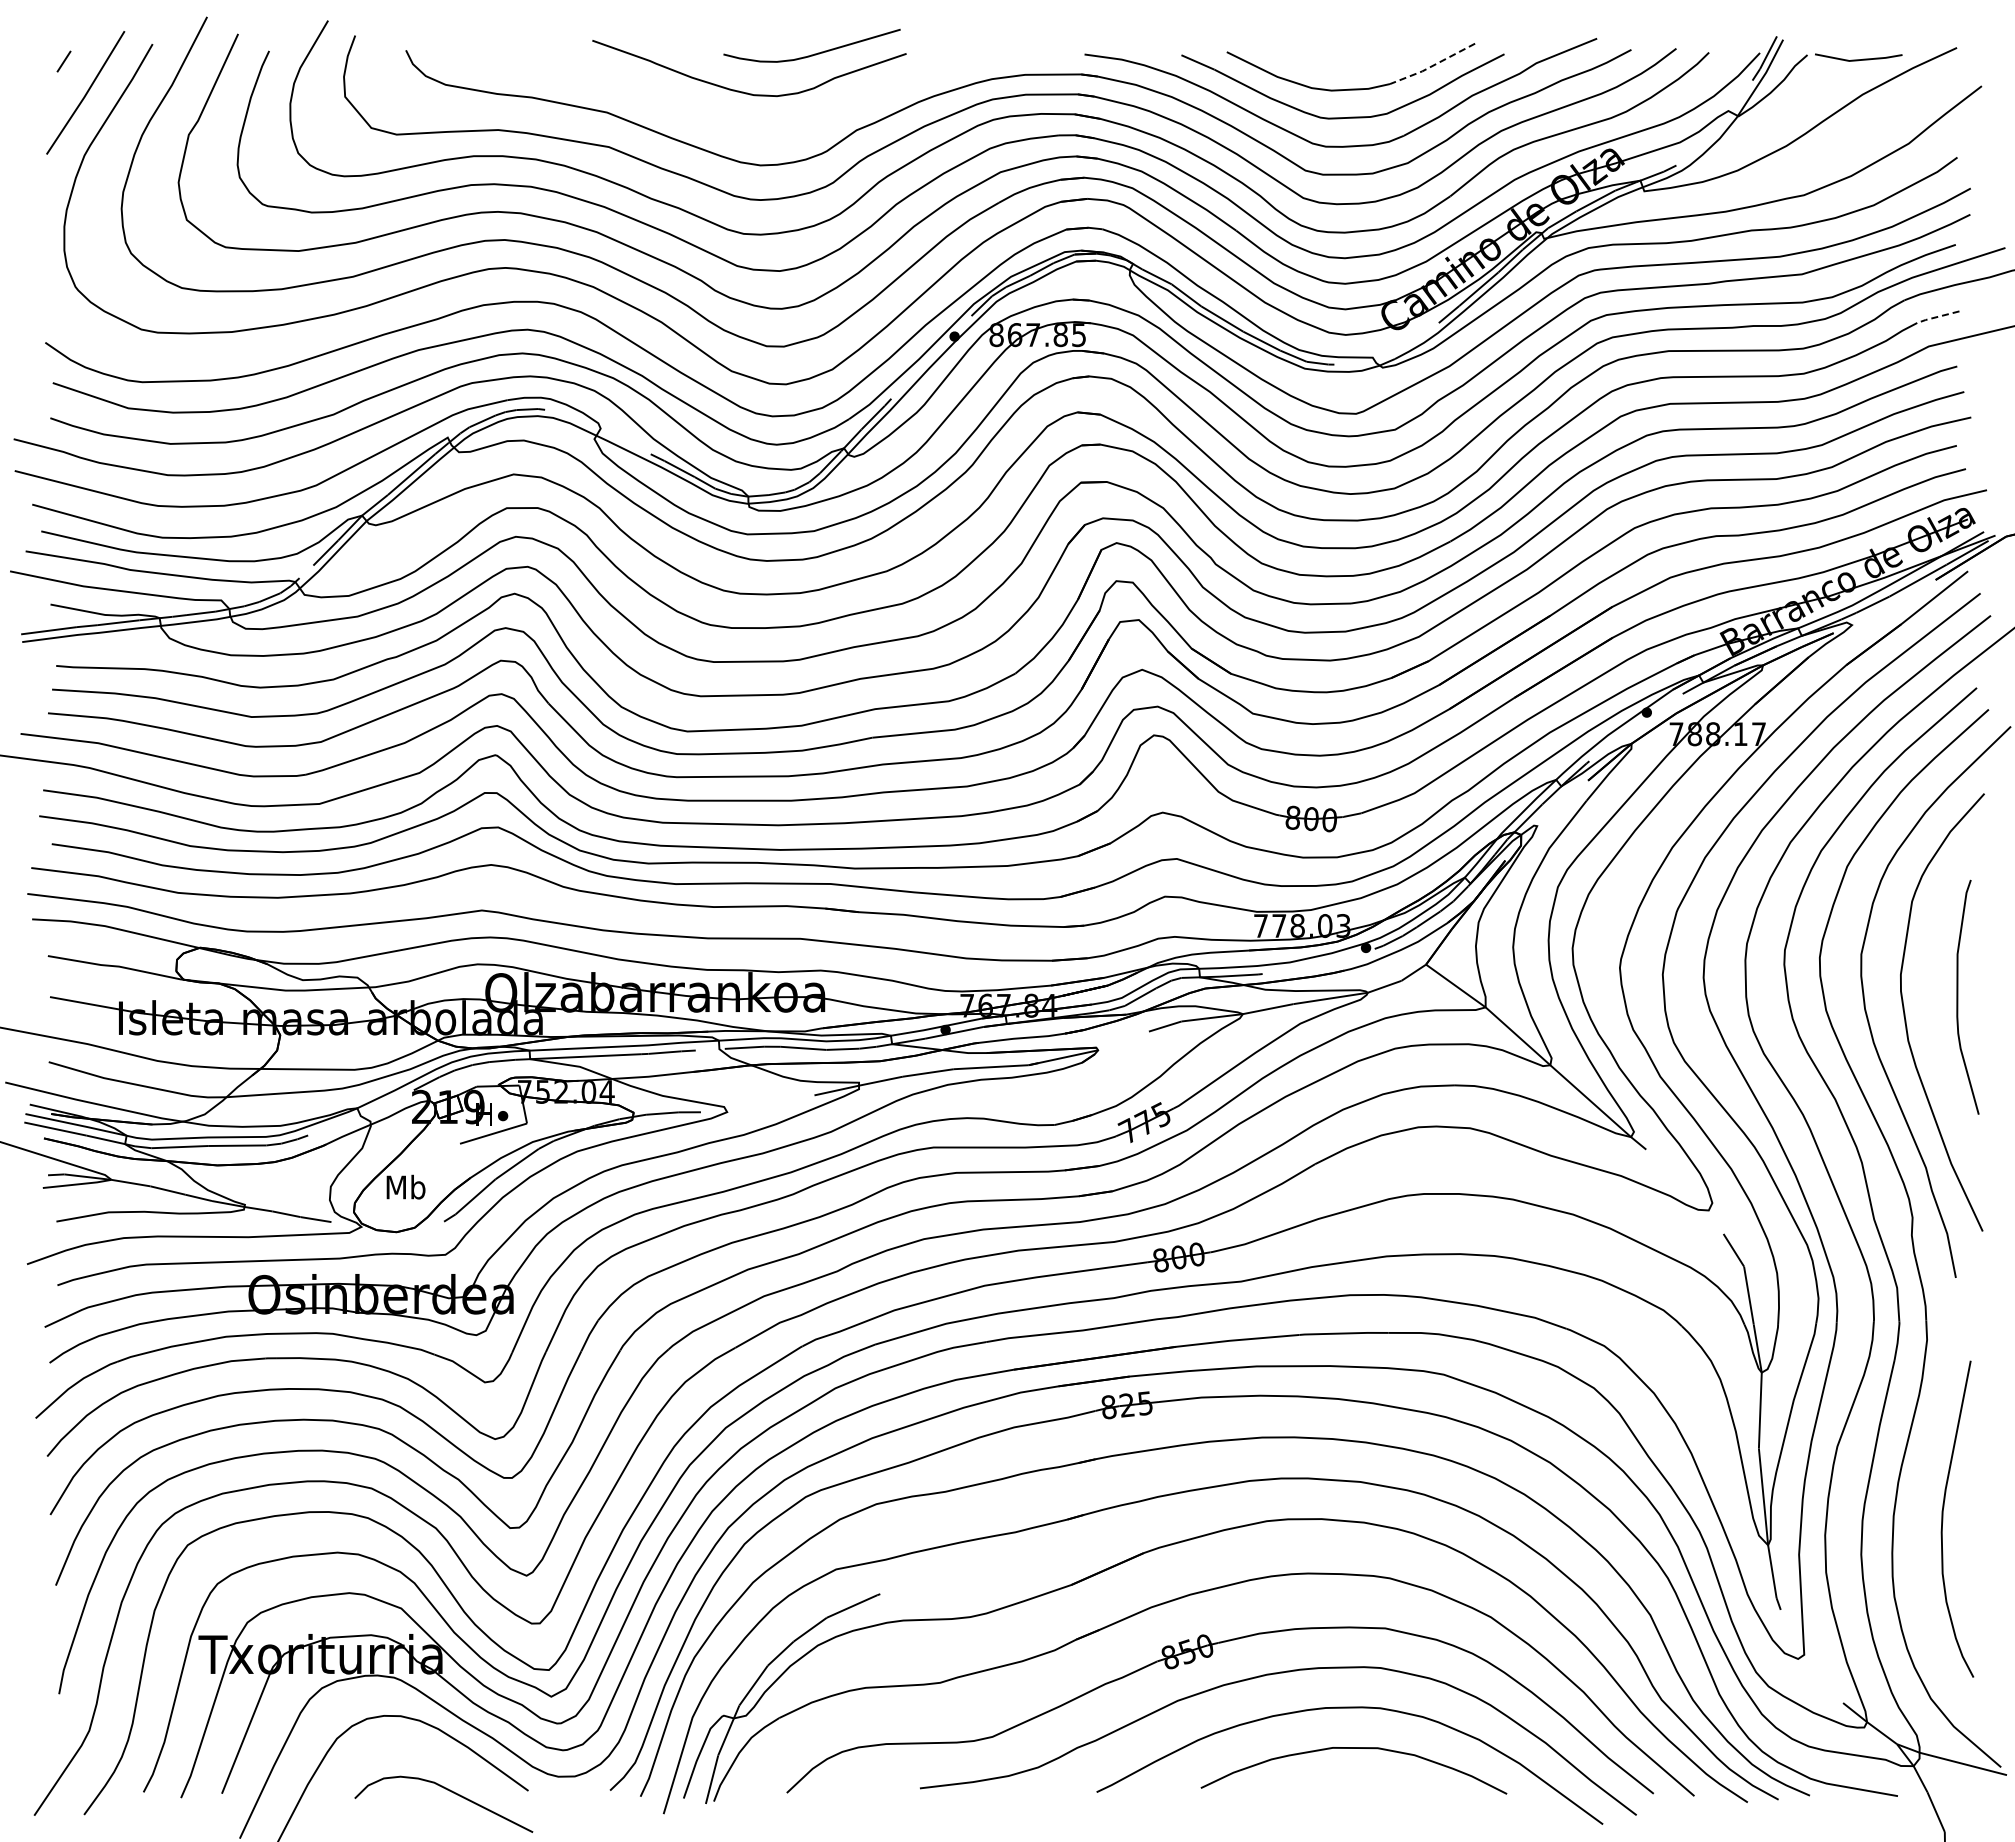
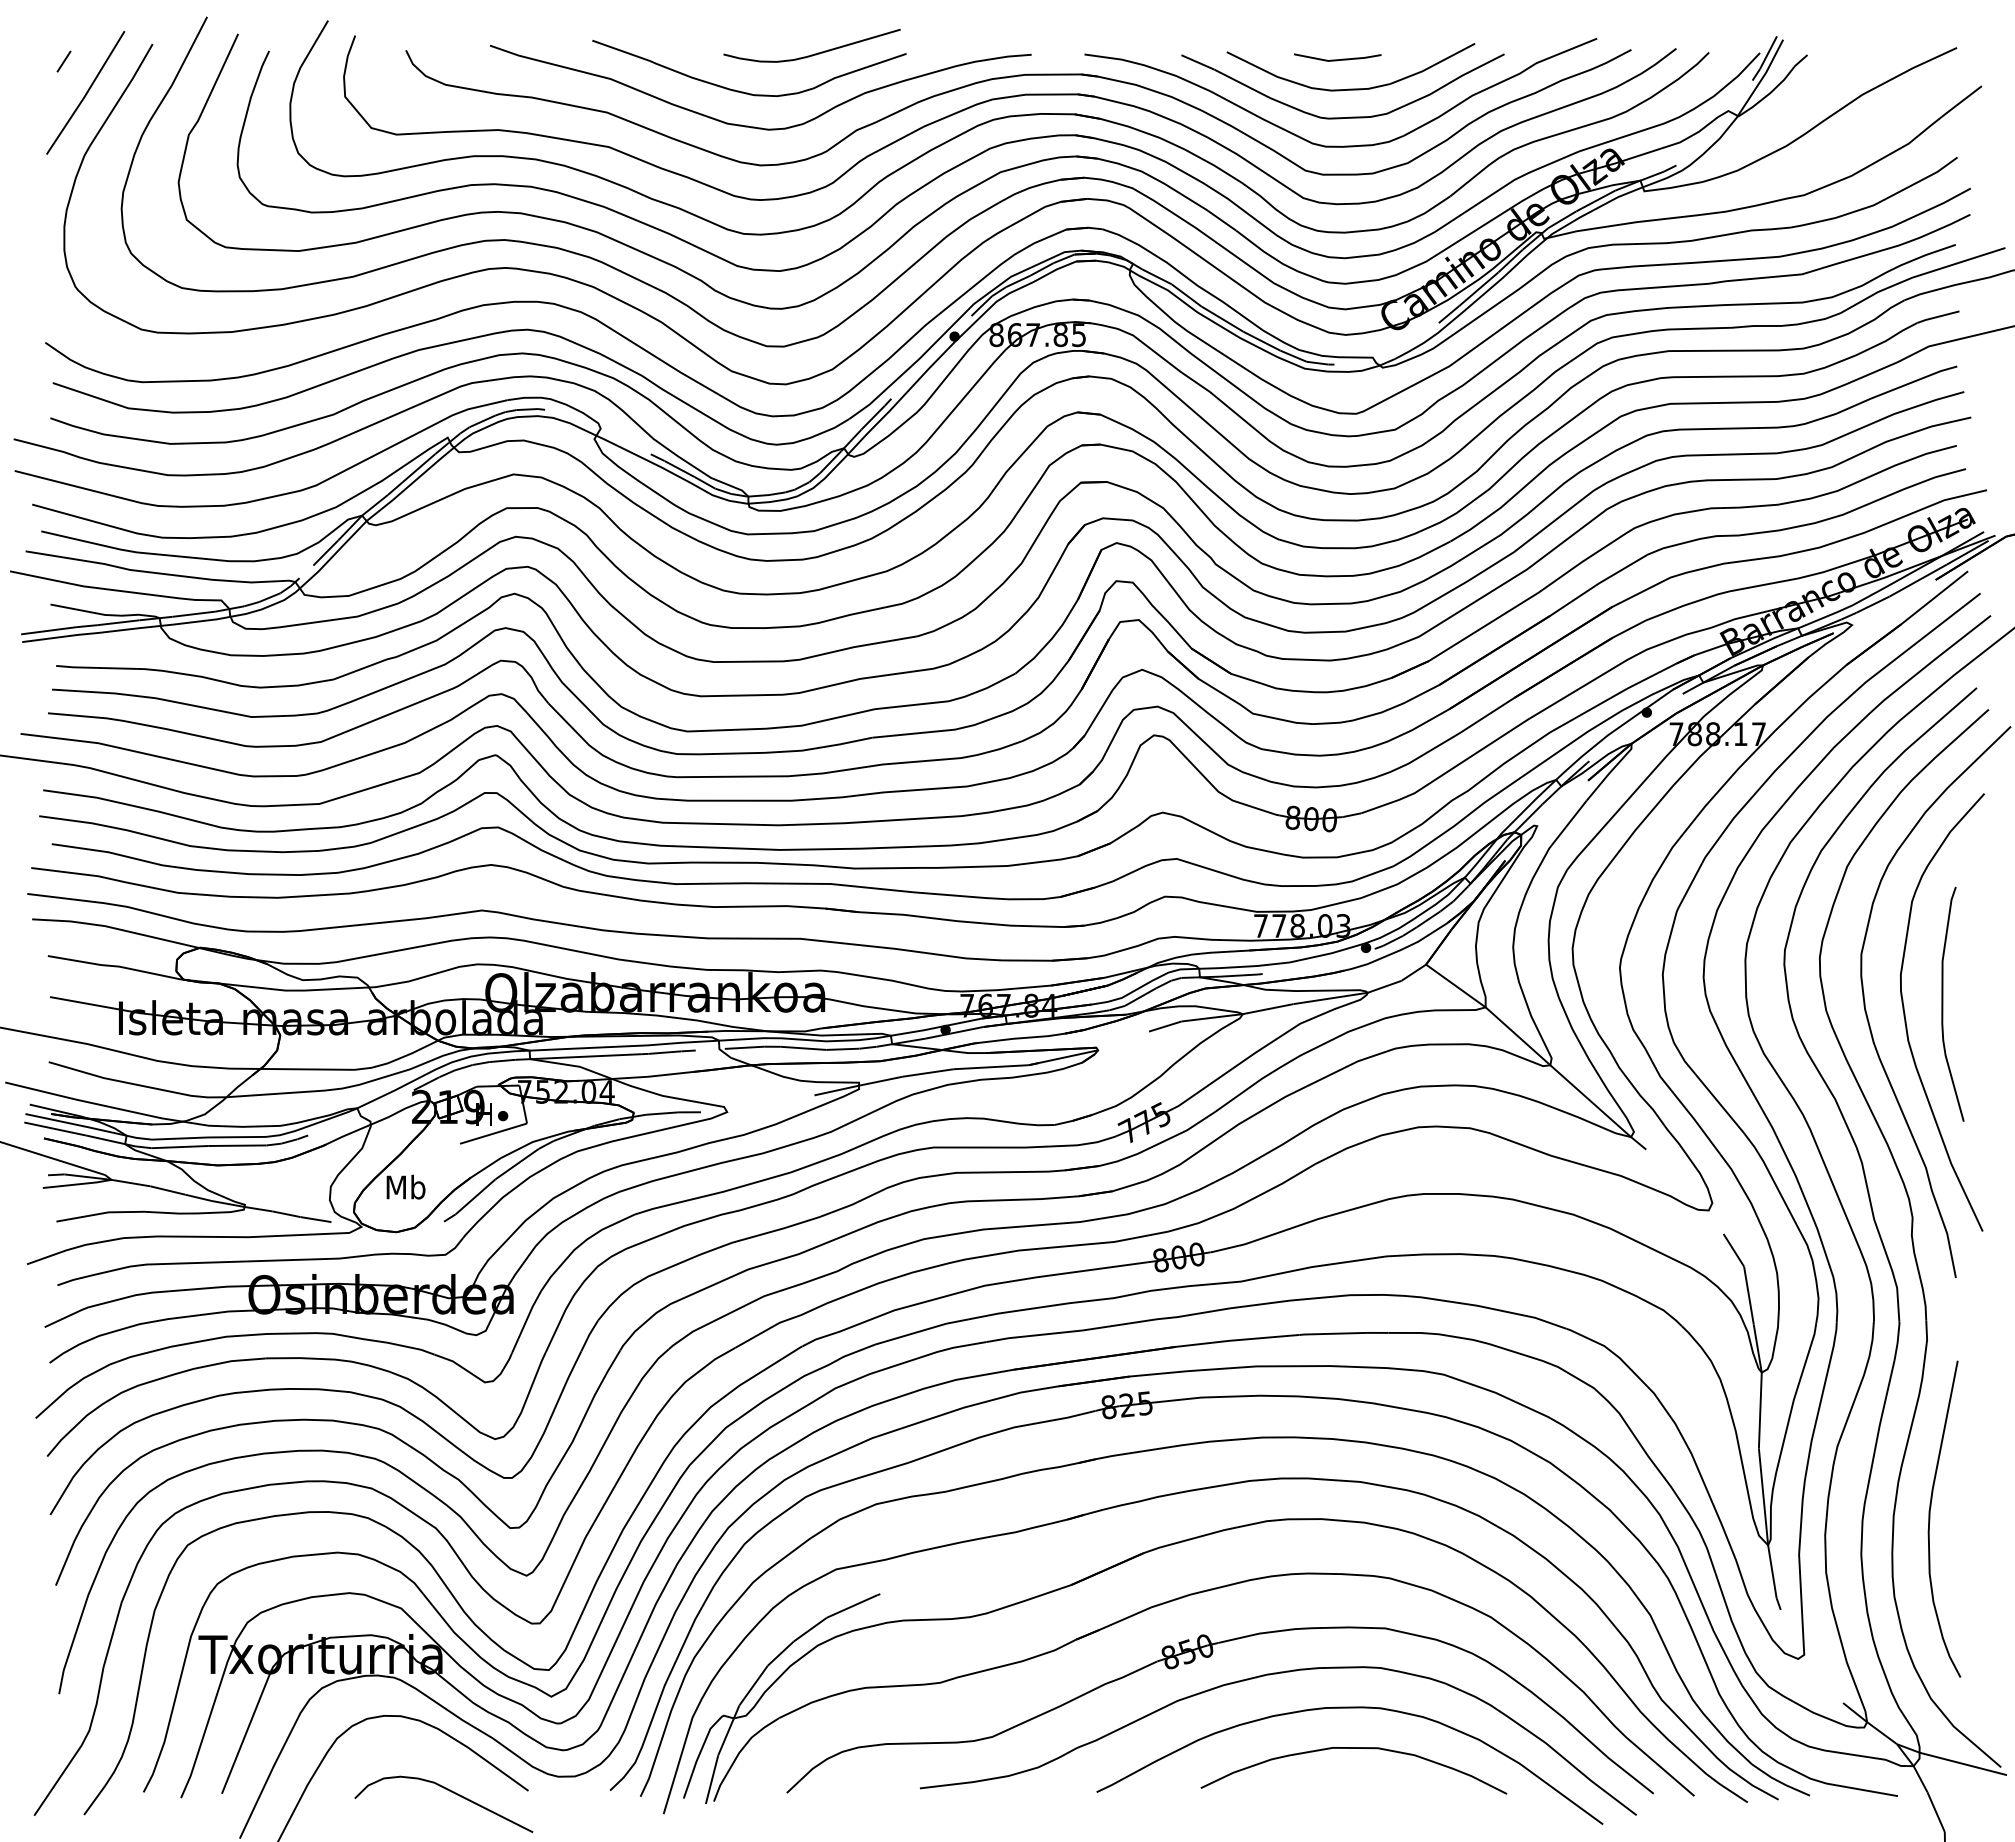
line at (1858, 59) position: (1858, 59) -> (1337, 59)
line at (1432, 65): dashed -> solid
curve at (755, 126): none -> present
line at (1937, 317): dashed -> solid
curve at (1958, 996) position: (1958, 996) -> (1943, 1003)
curve at (1943, 1518) position: (1943, 1518) -> (1930, 1518)
